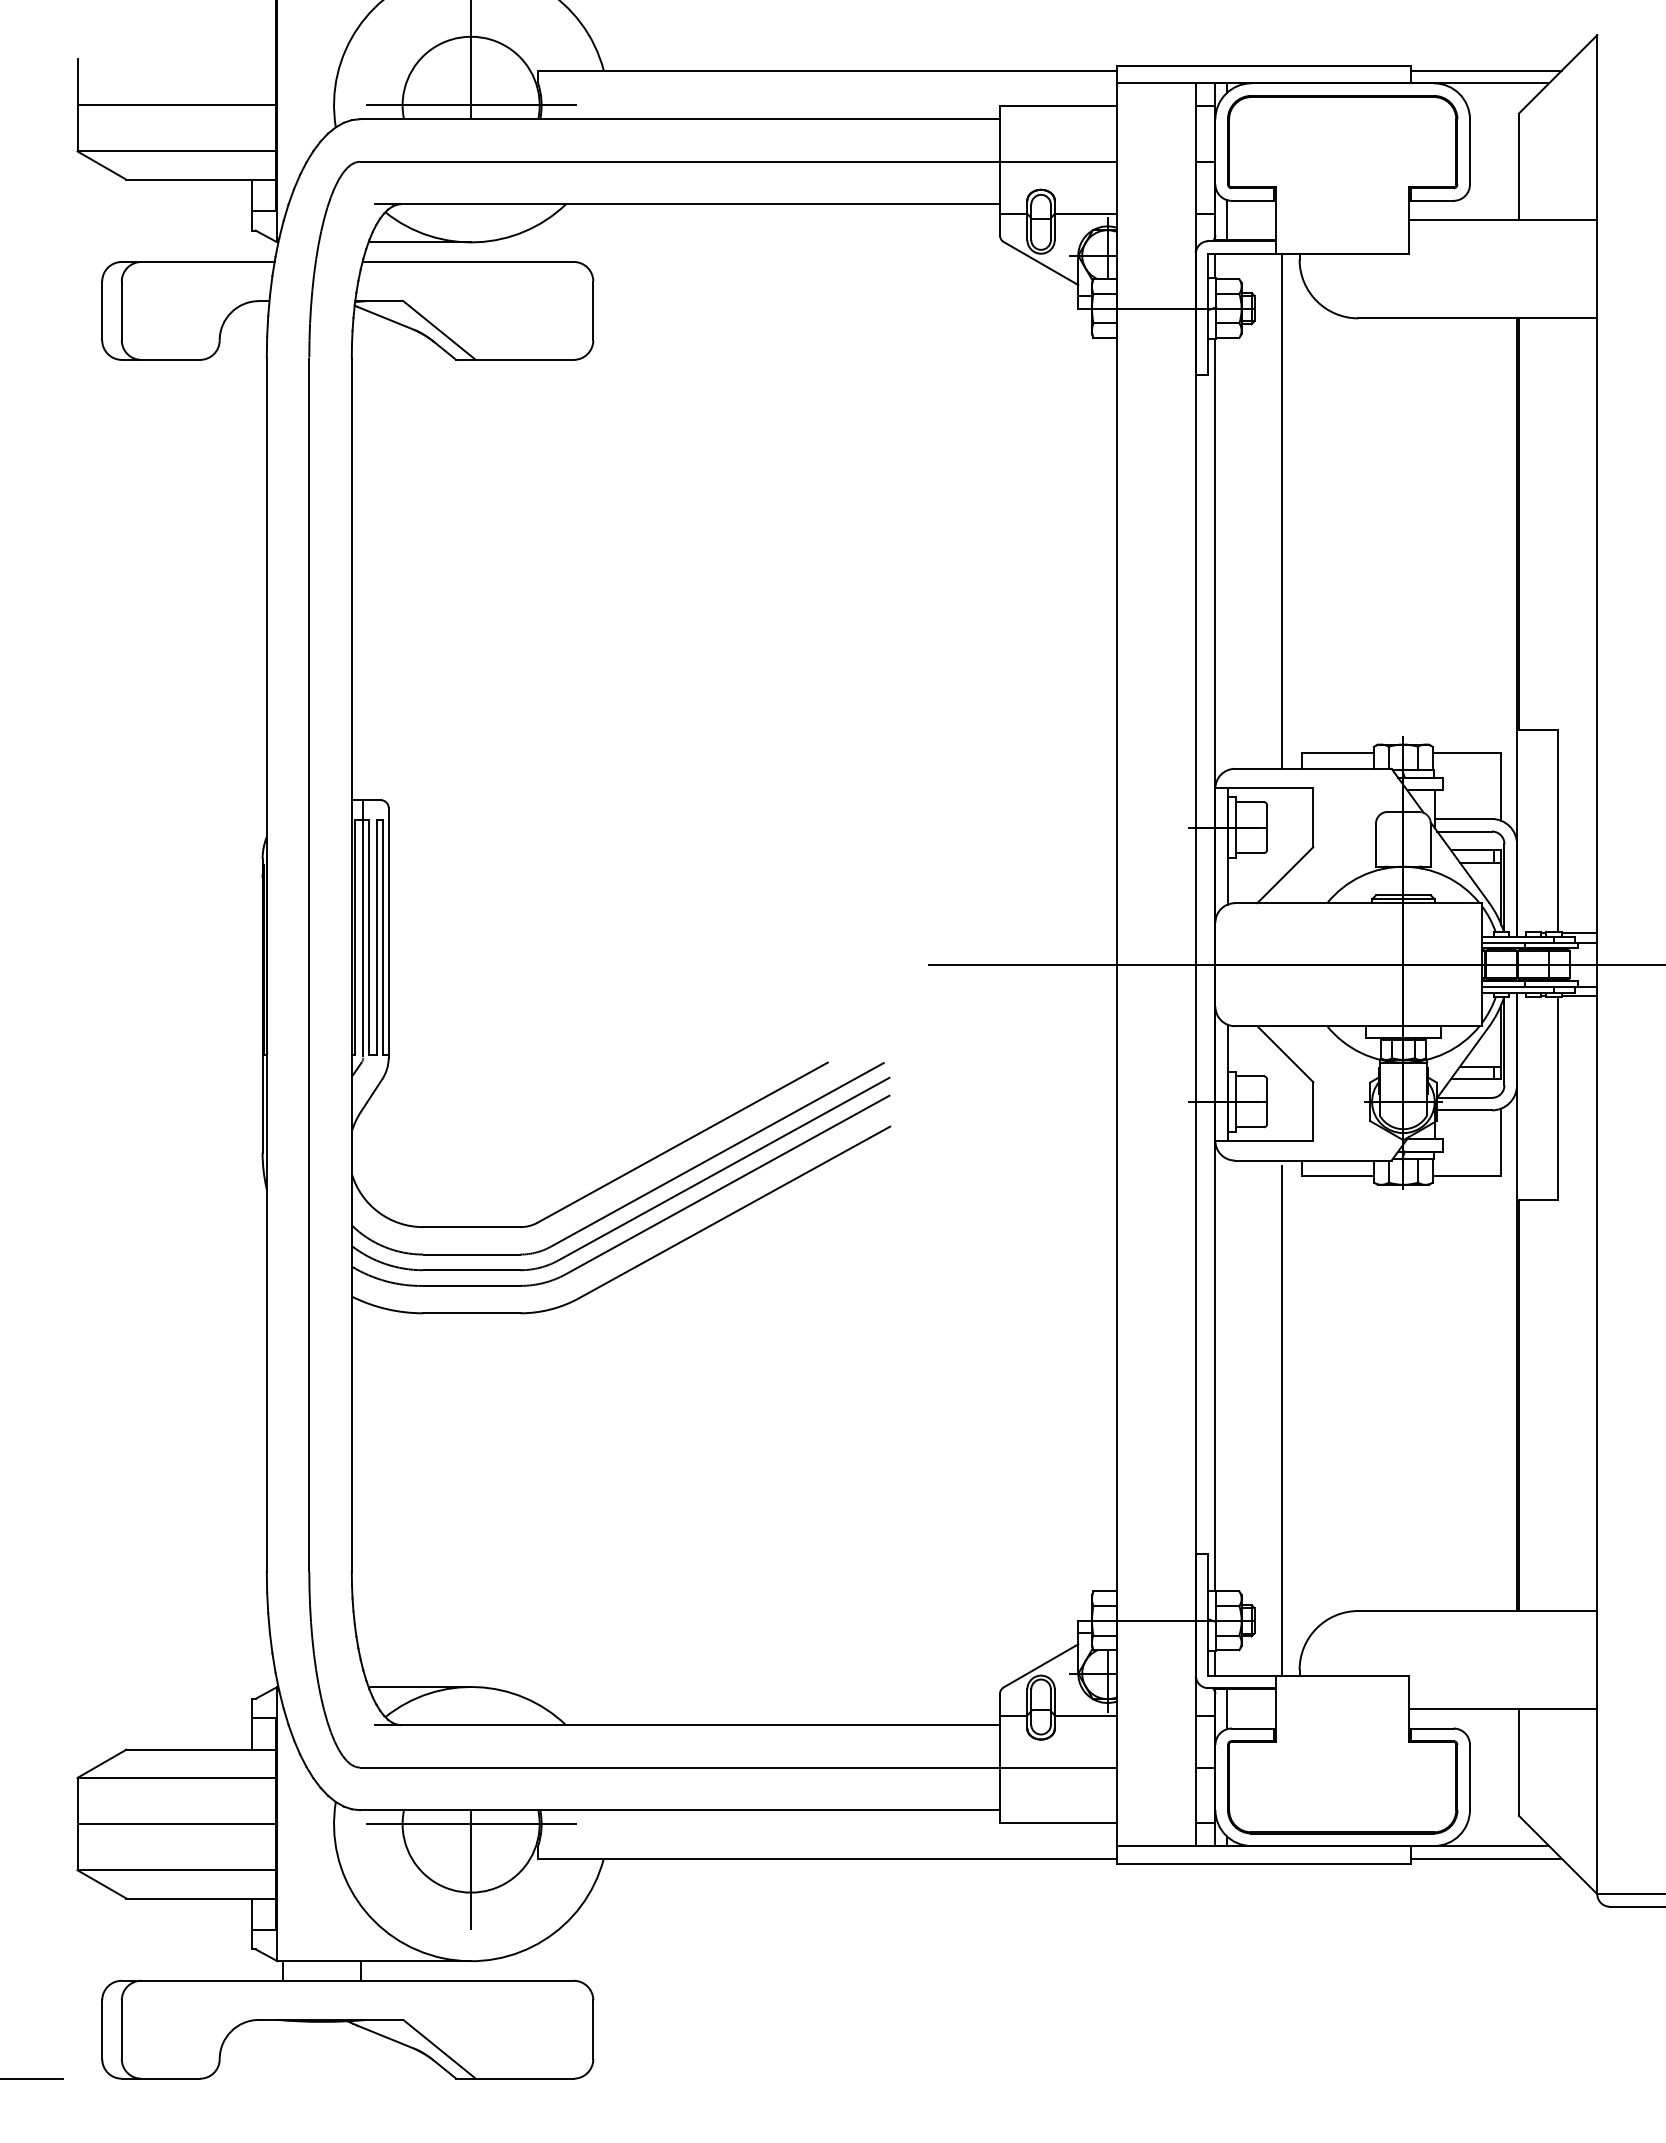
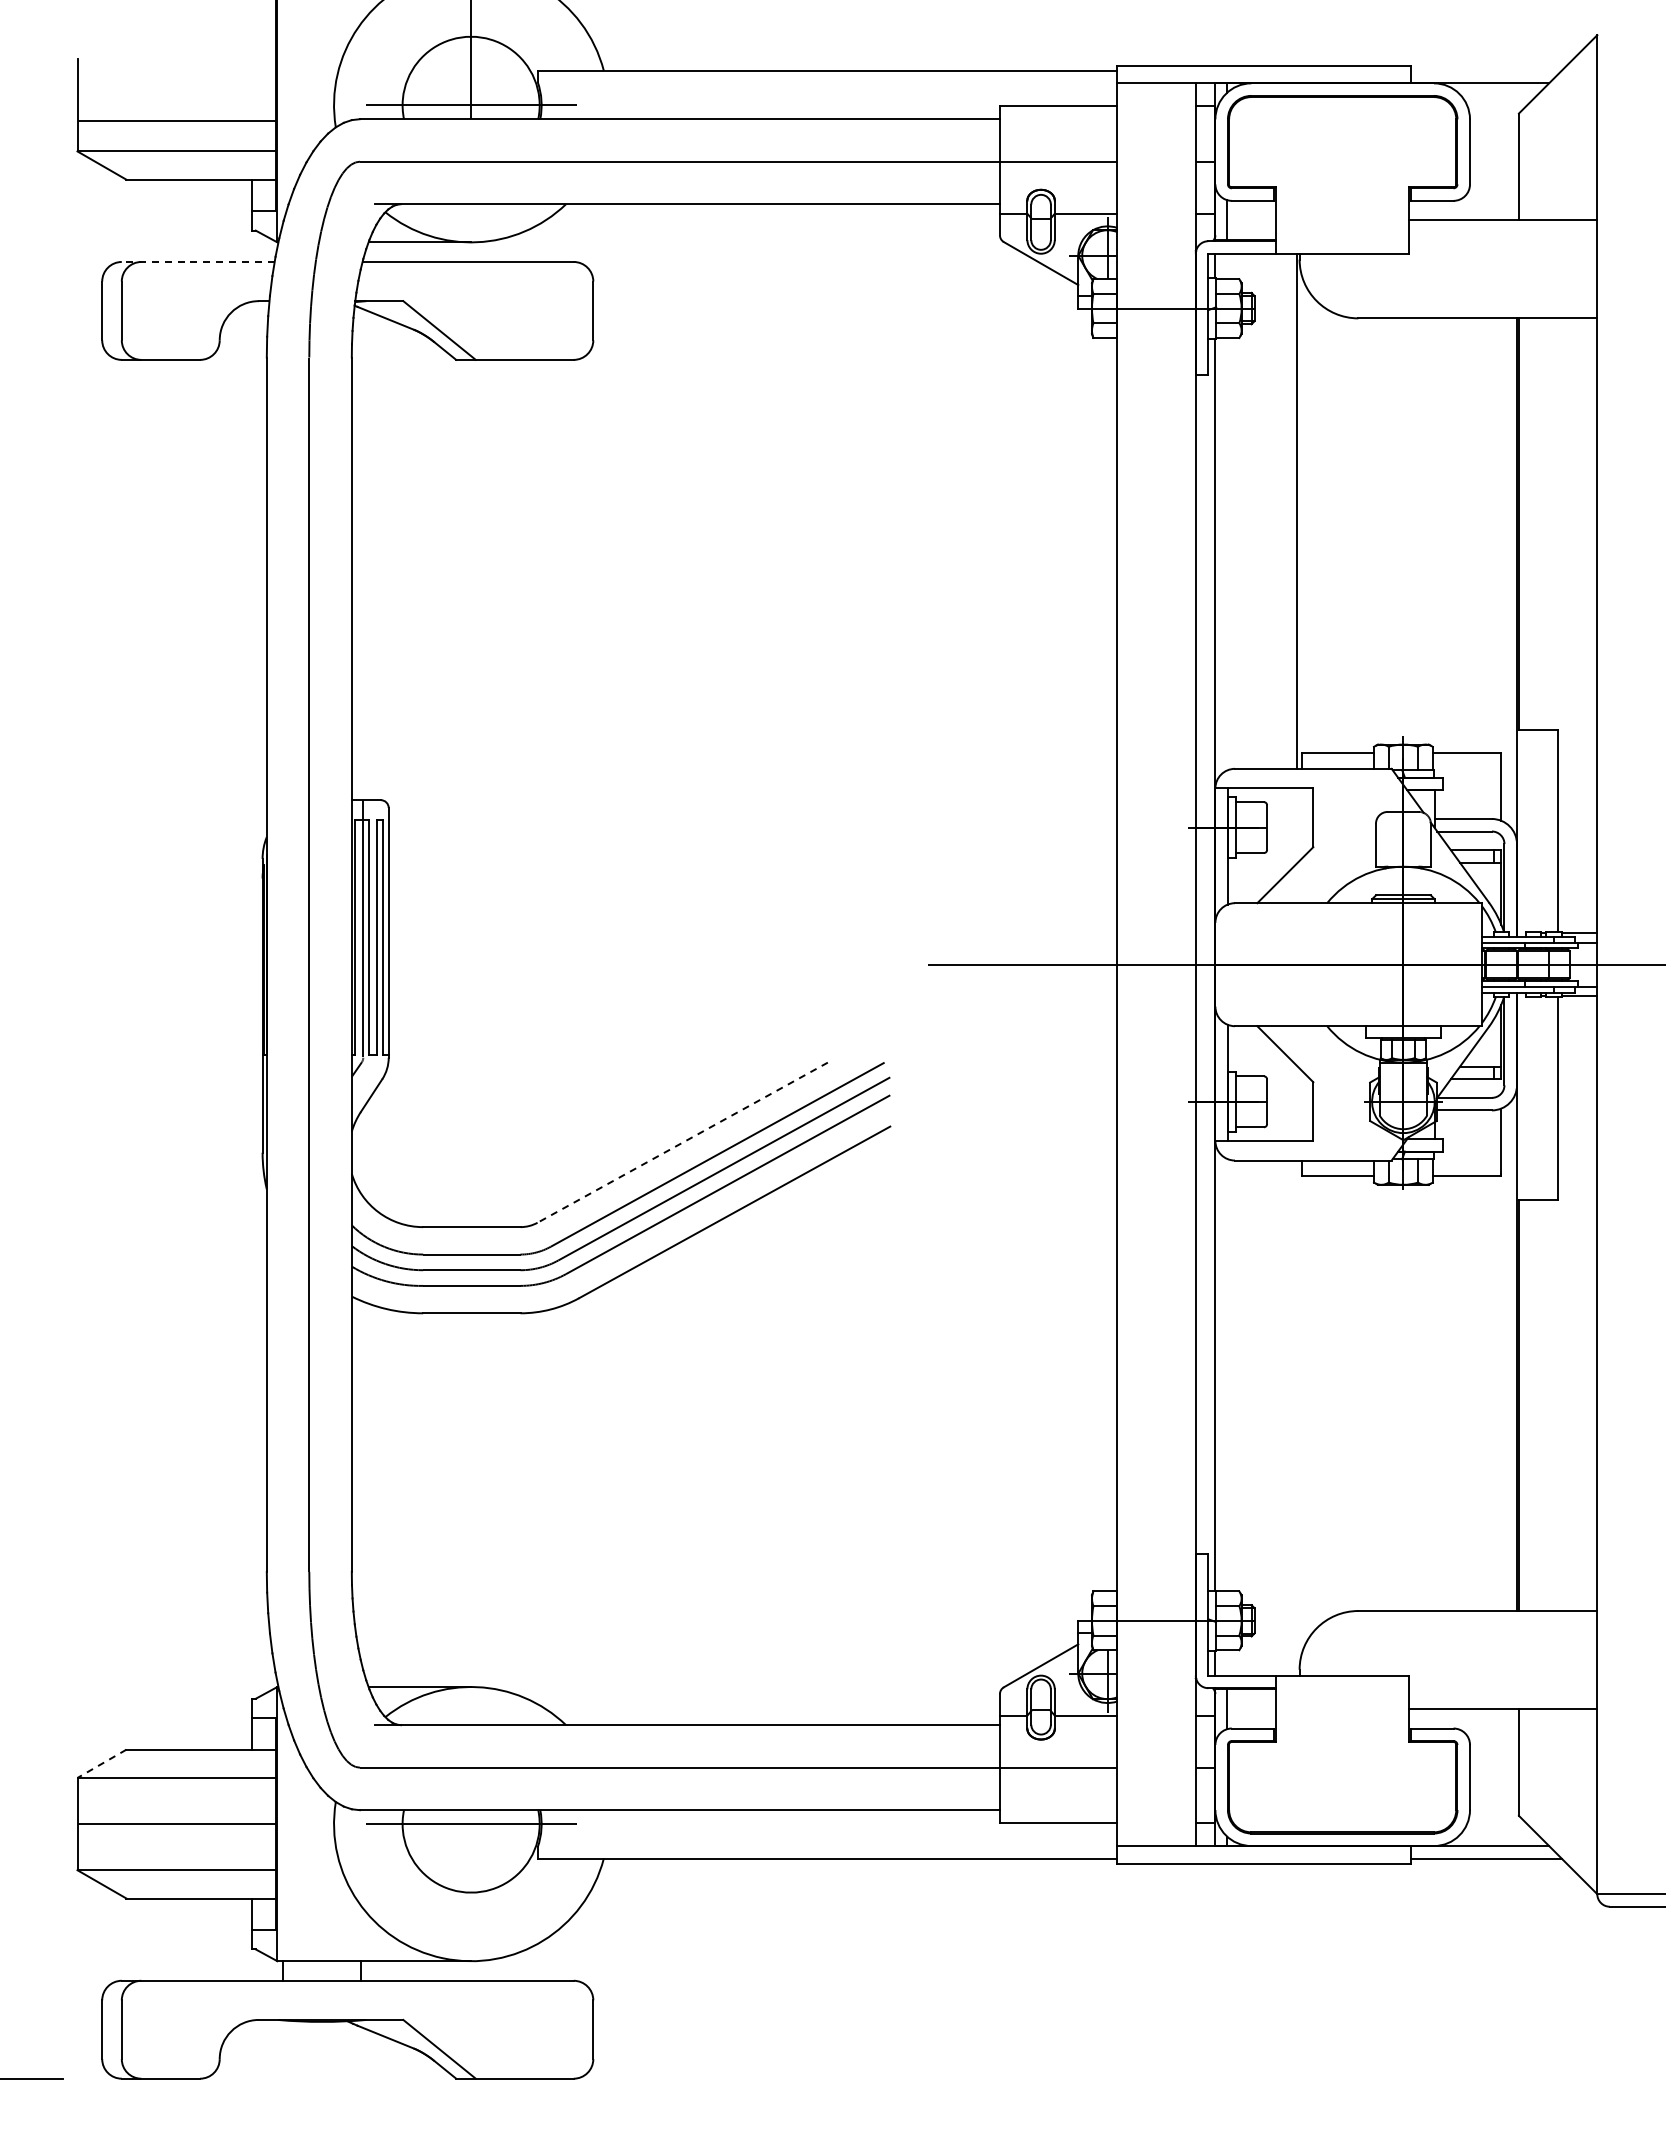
line at (1486, 70): present -> none
line at (176, 105) position: (176, 105) -> (176, 121)
line at (197, 261): solid -> dashed
line at (1281, 510) position: (1281, 510) -> (1296, 510)
line at (682, 1142): solid -> dashed
line at (1281, 1420): present -> none
line at (101, 1764): solid -> dashed
line at (471, 1869): present -> none
